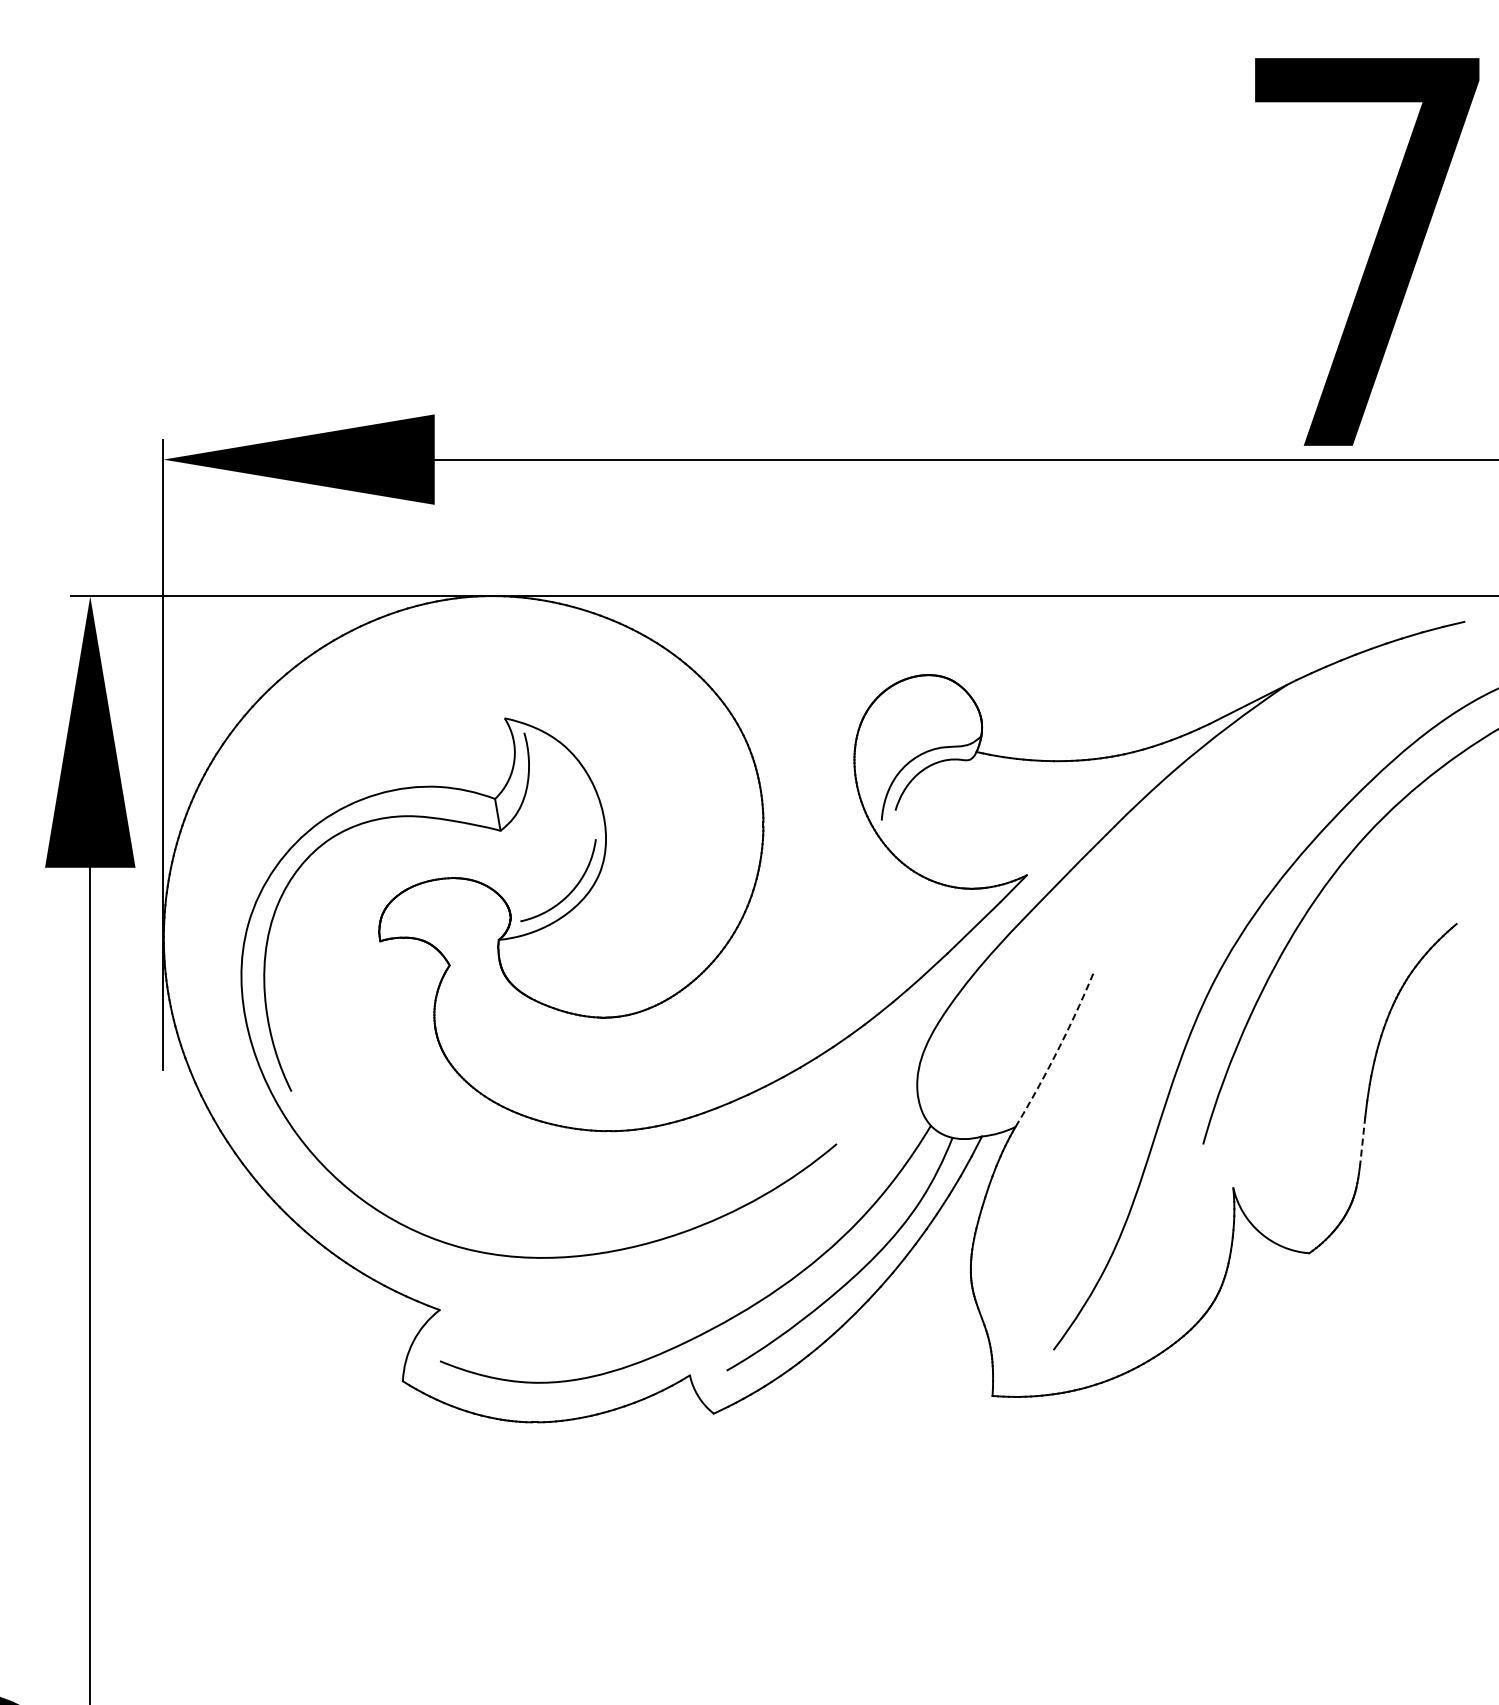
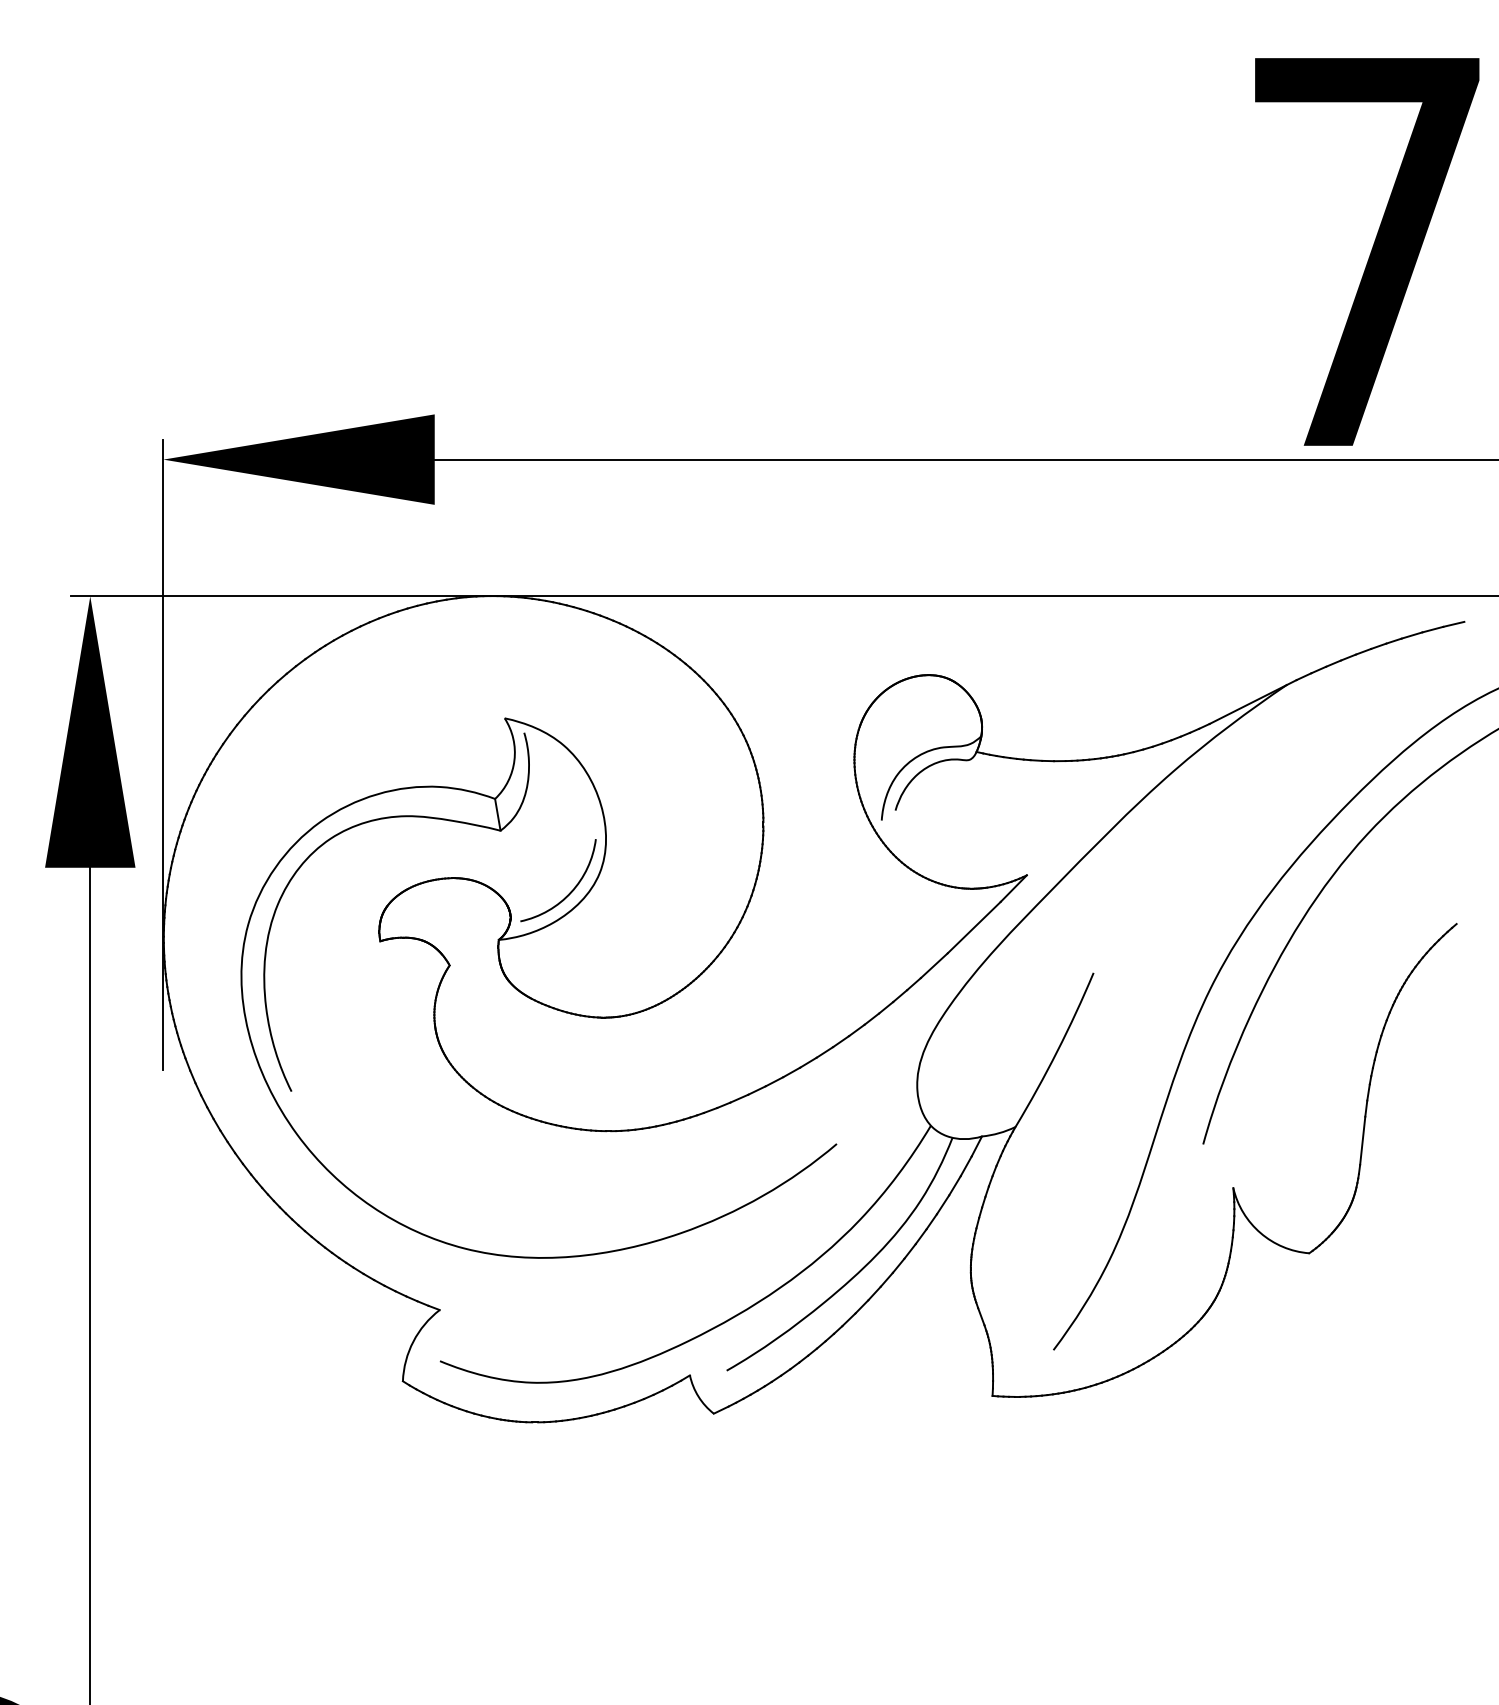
arc at (1057, 1051): dashed -> solid
line at (1362, 1141): dashed -> solid
